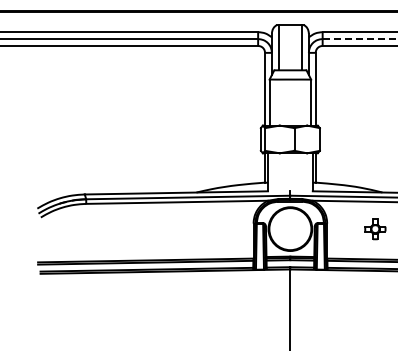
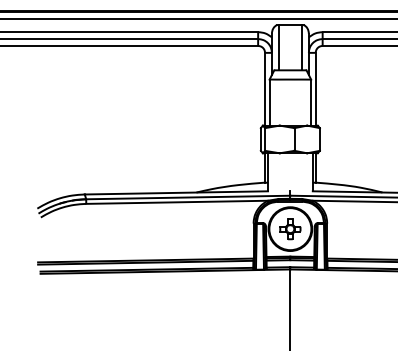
line at (198, 19): none -> present
line at (360, 39): dashed -> solid
part at (375, 229) position: (375, 229) -> (290, 229)
